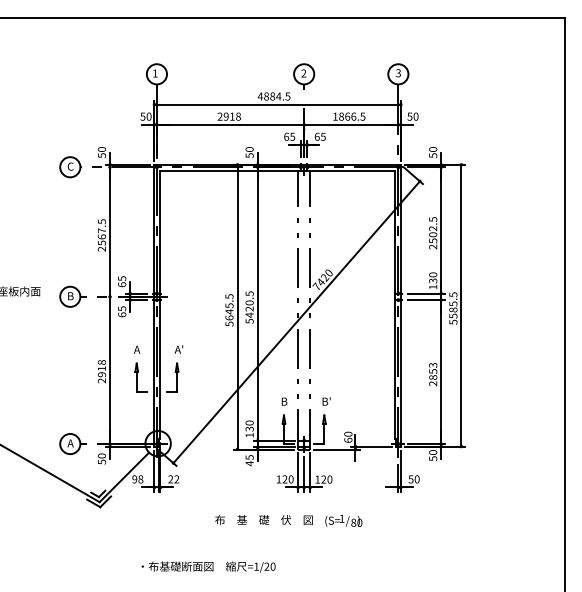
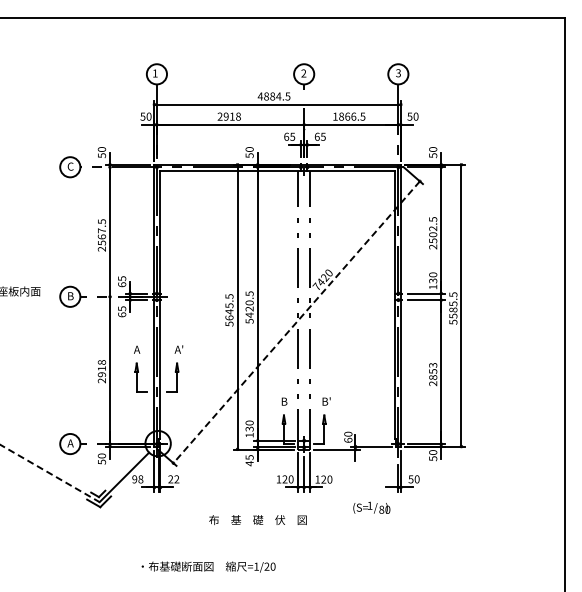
line at (296, 322): solid -> dashed
line at (50, 473): solid -> dashed
text at (263, 519) position: (263, 519) -> (257, 519)
text at (343, 520) position: (343, 520) -> (371, 507)
